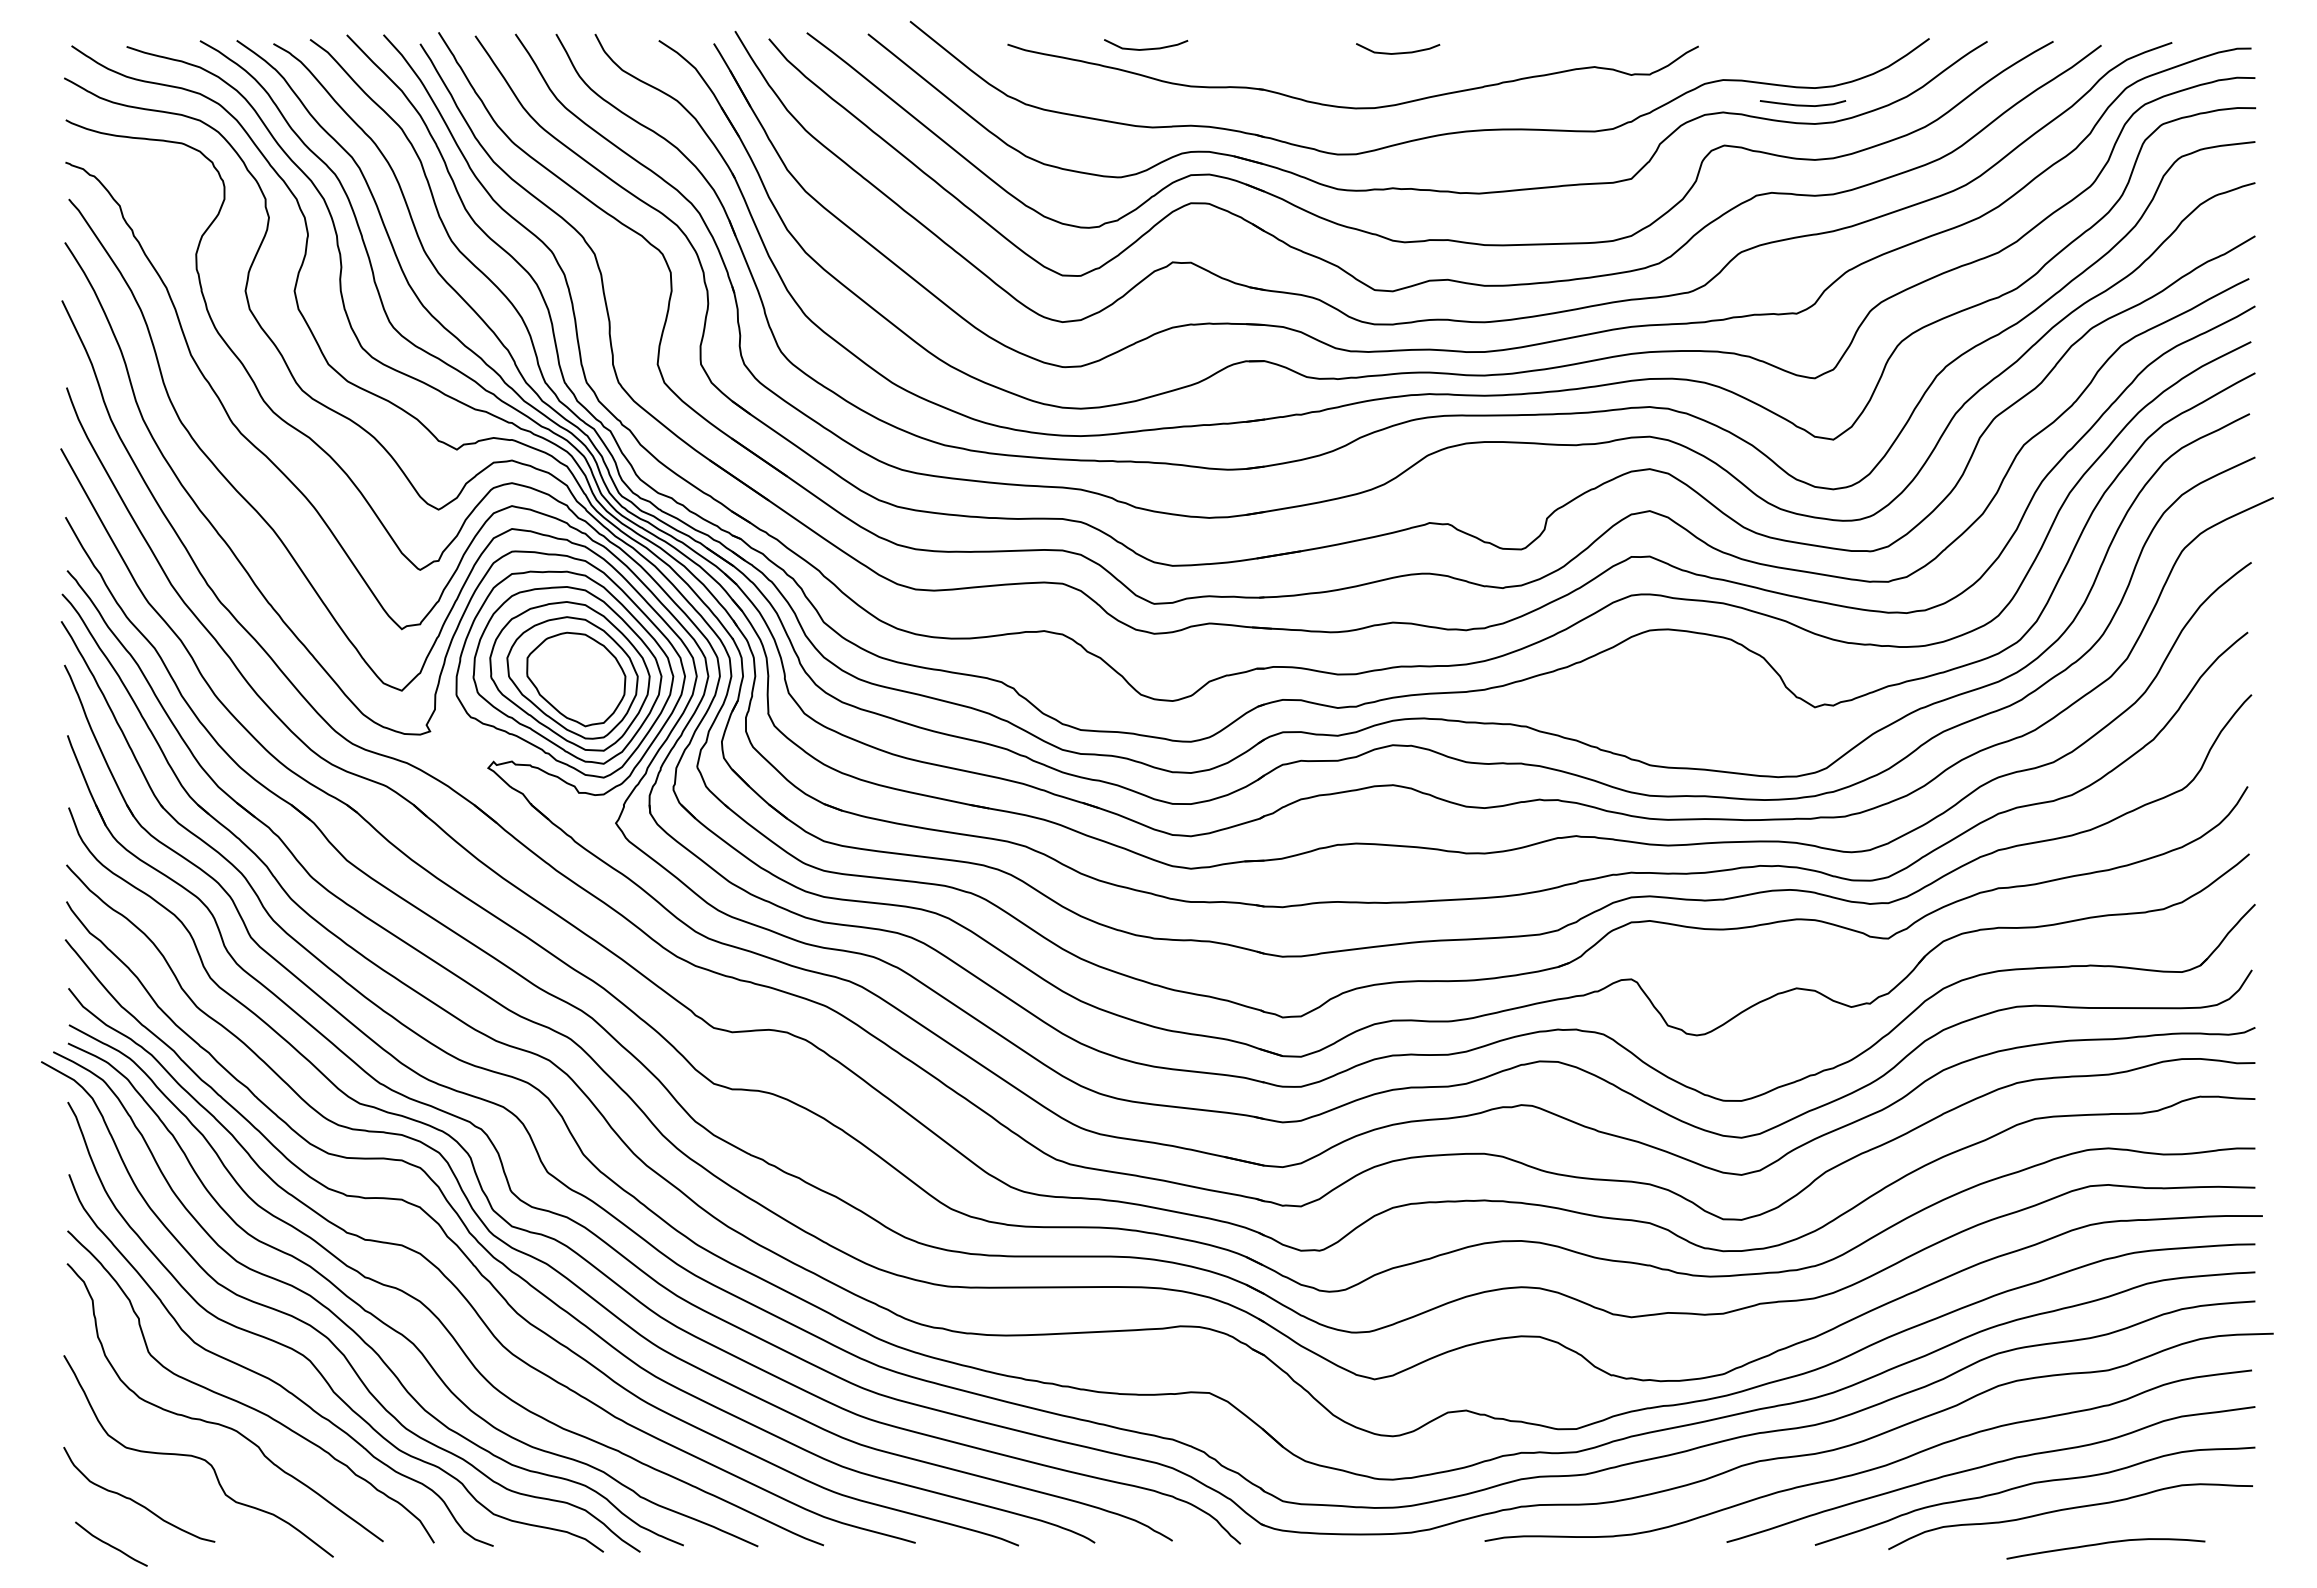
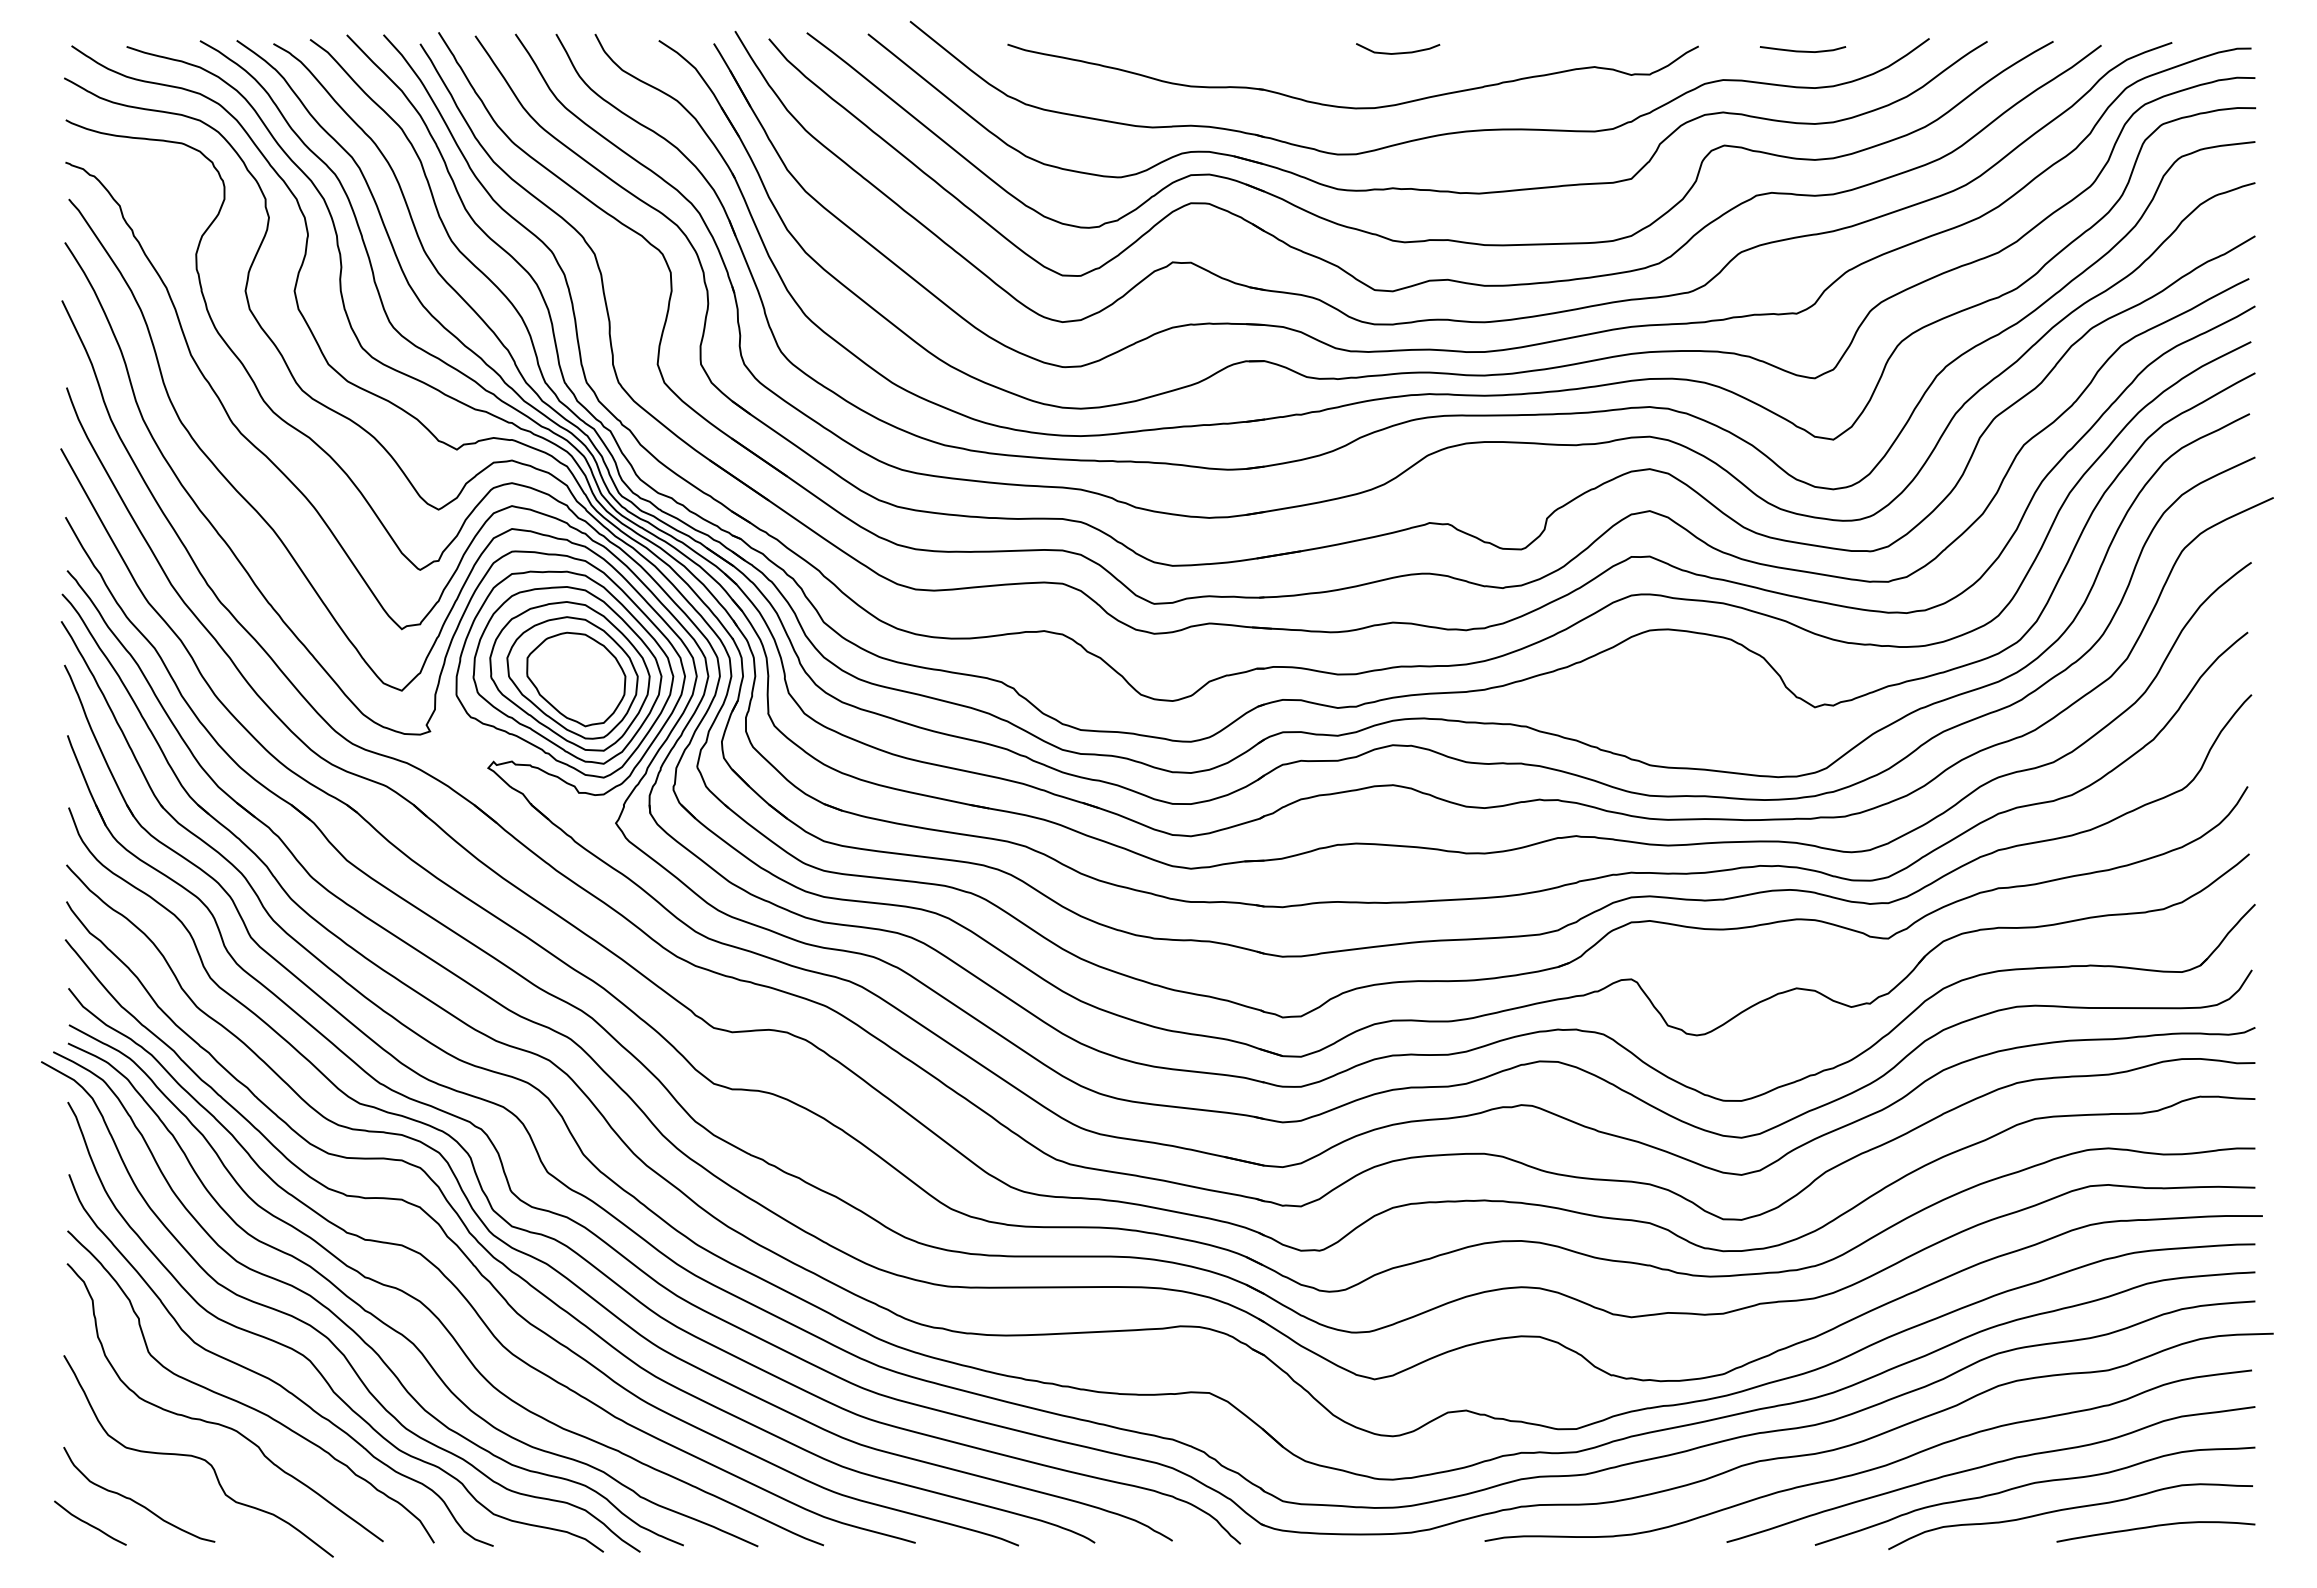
curve at (1146, 48): present -> none
curve at (1802, 104) position: (1802, 104) -> (1802, 50)
curve at (110, 1544) position: (110, 1544) -> (89, 1523)
curve at (2104, 1544) position: (2104, 1544) -> (2154, 1527)
